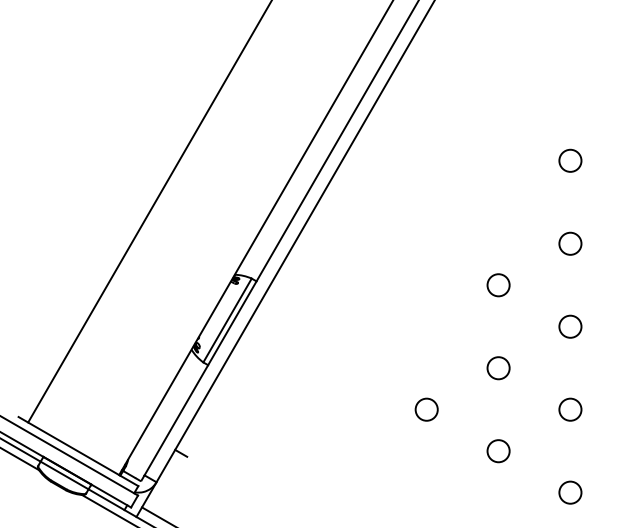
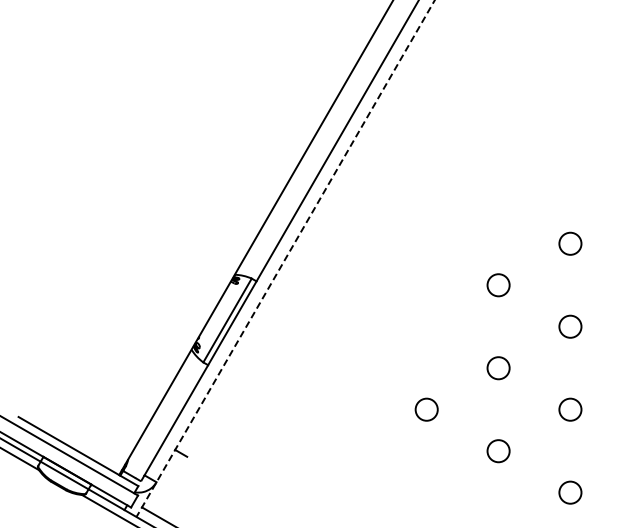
circle at (570, 160): present -> none
line at (149, 212): present -> none
line at (285, 258): solid -> dashed
